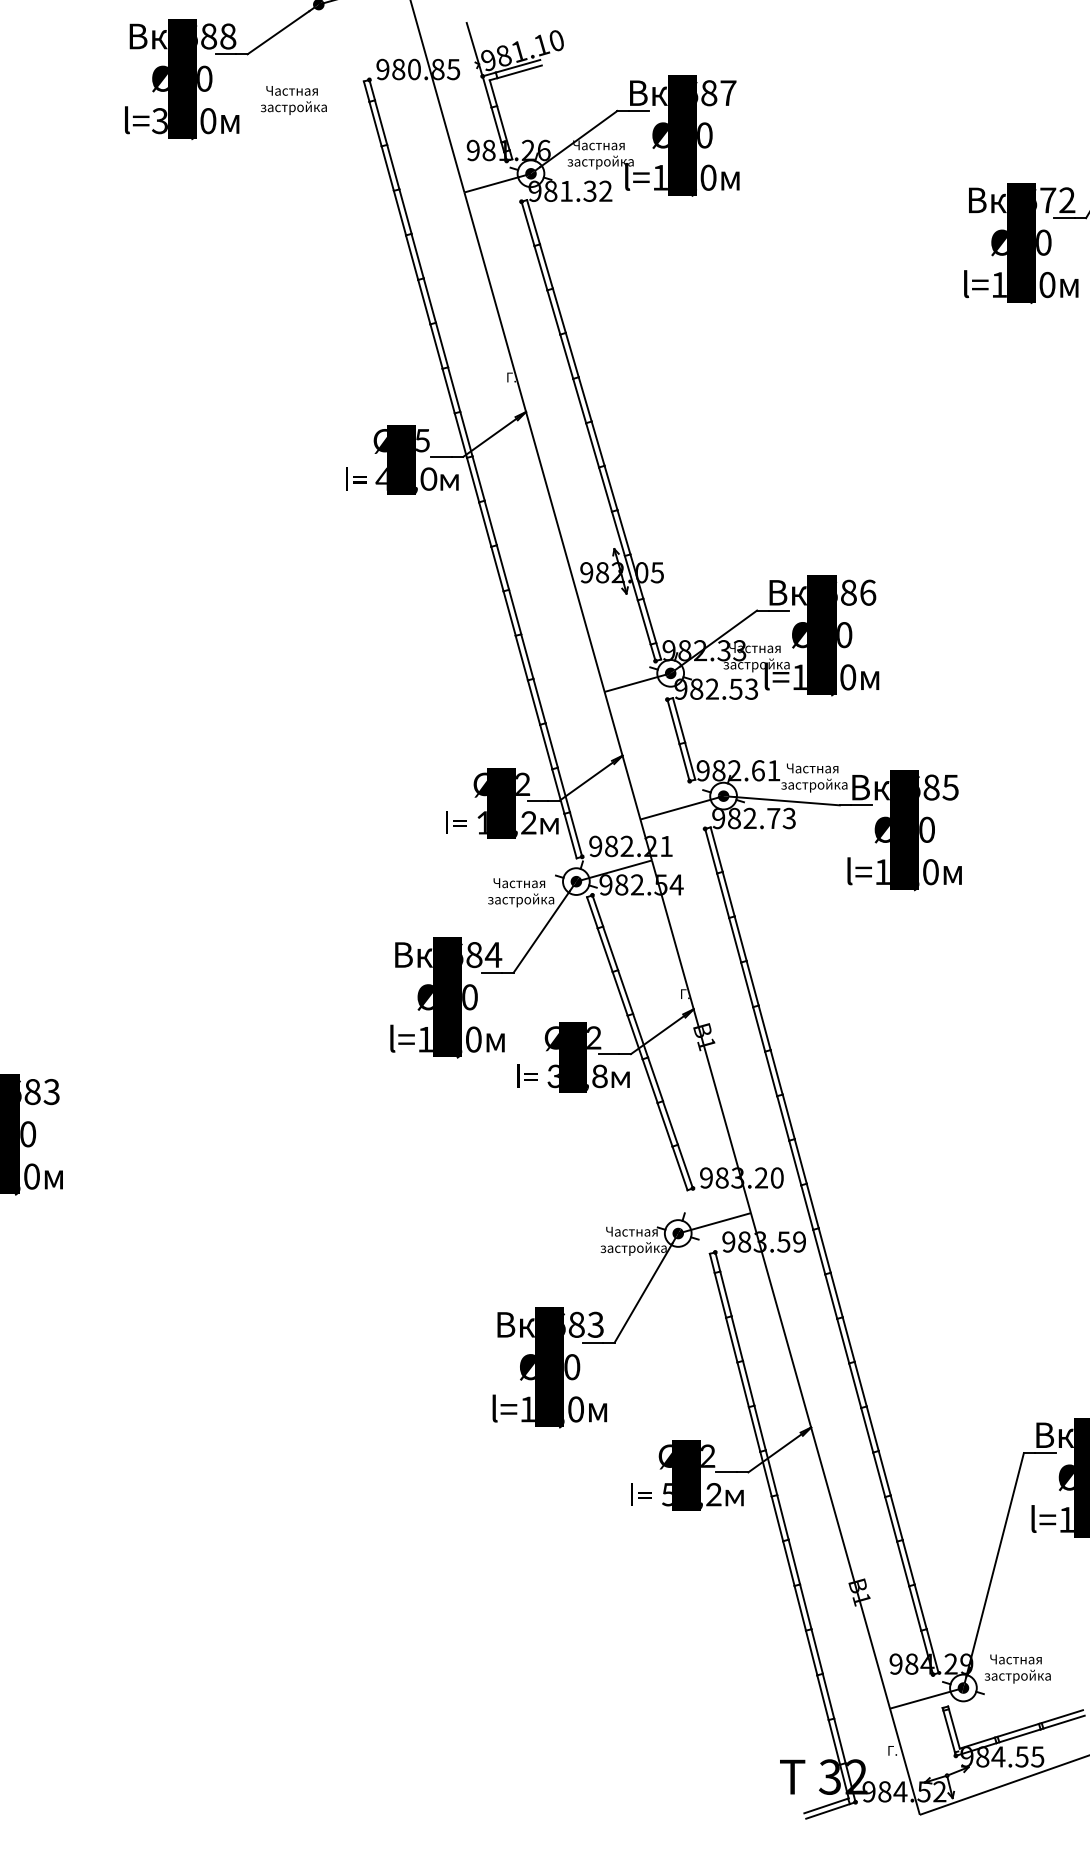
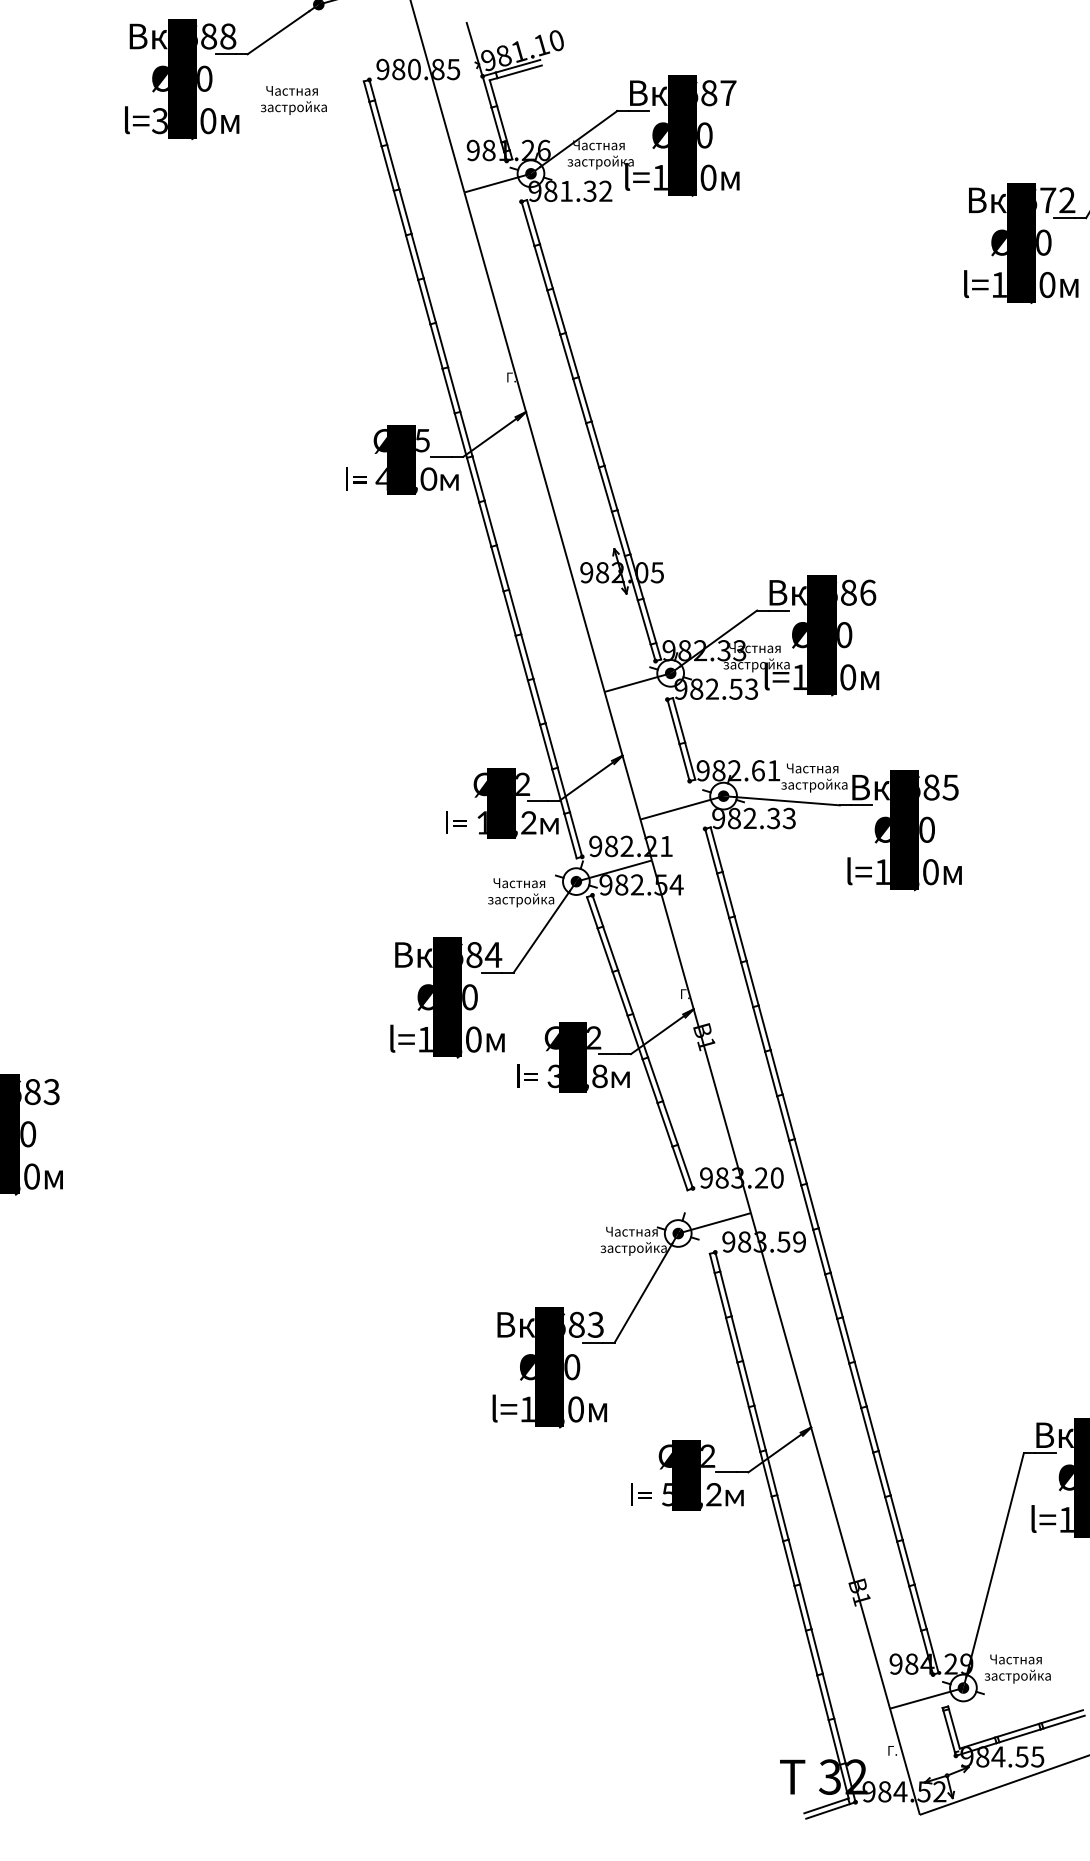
text at (773, 818): 982.73 -> 982.33
